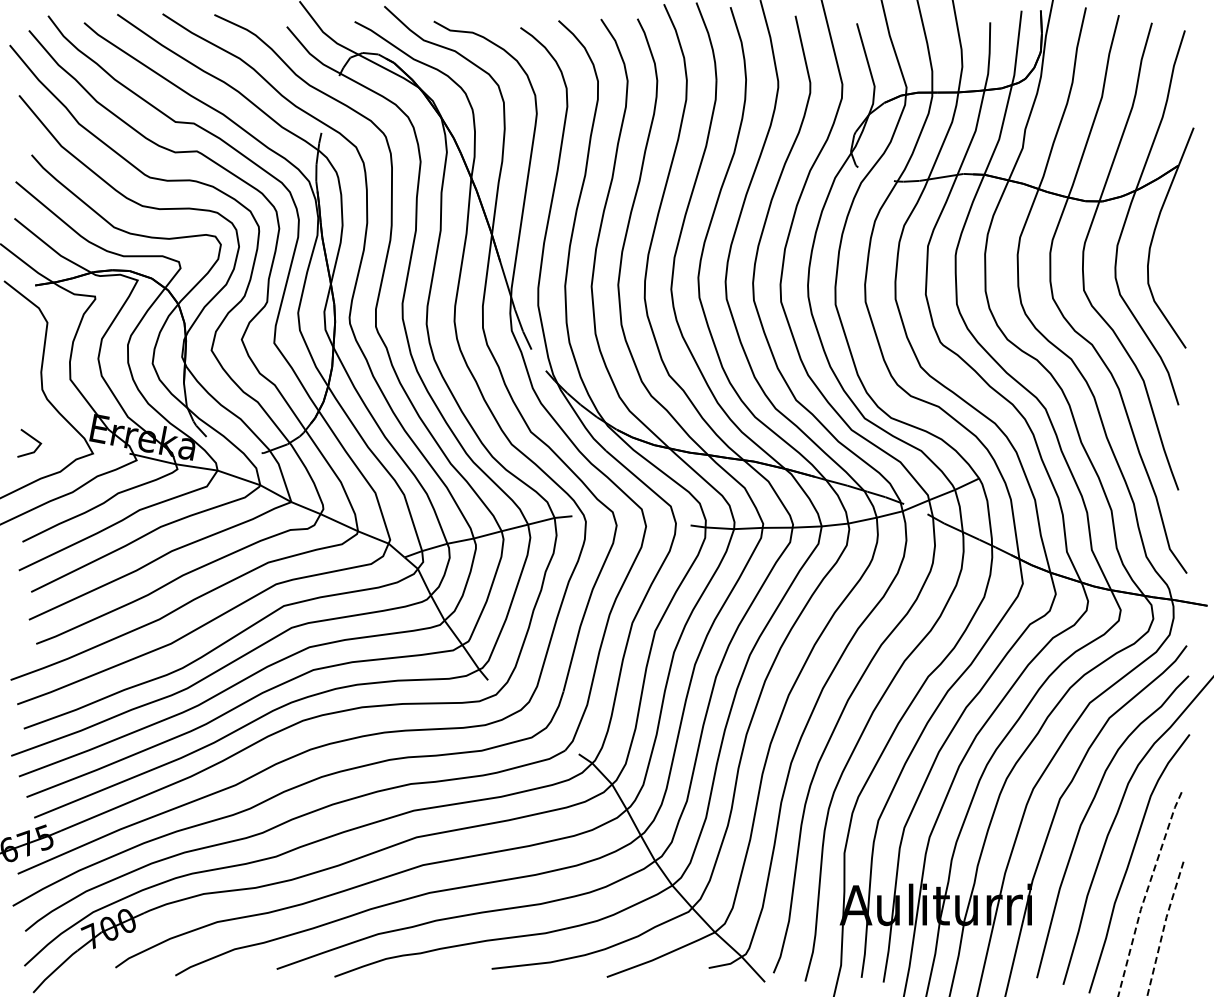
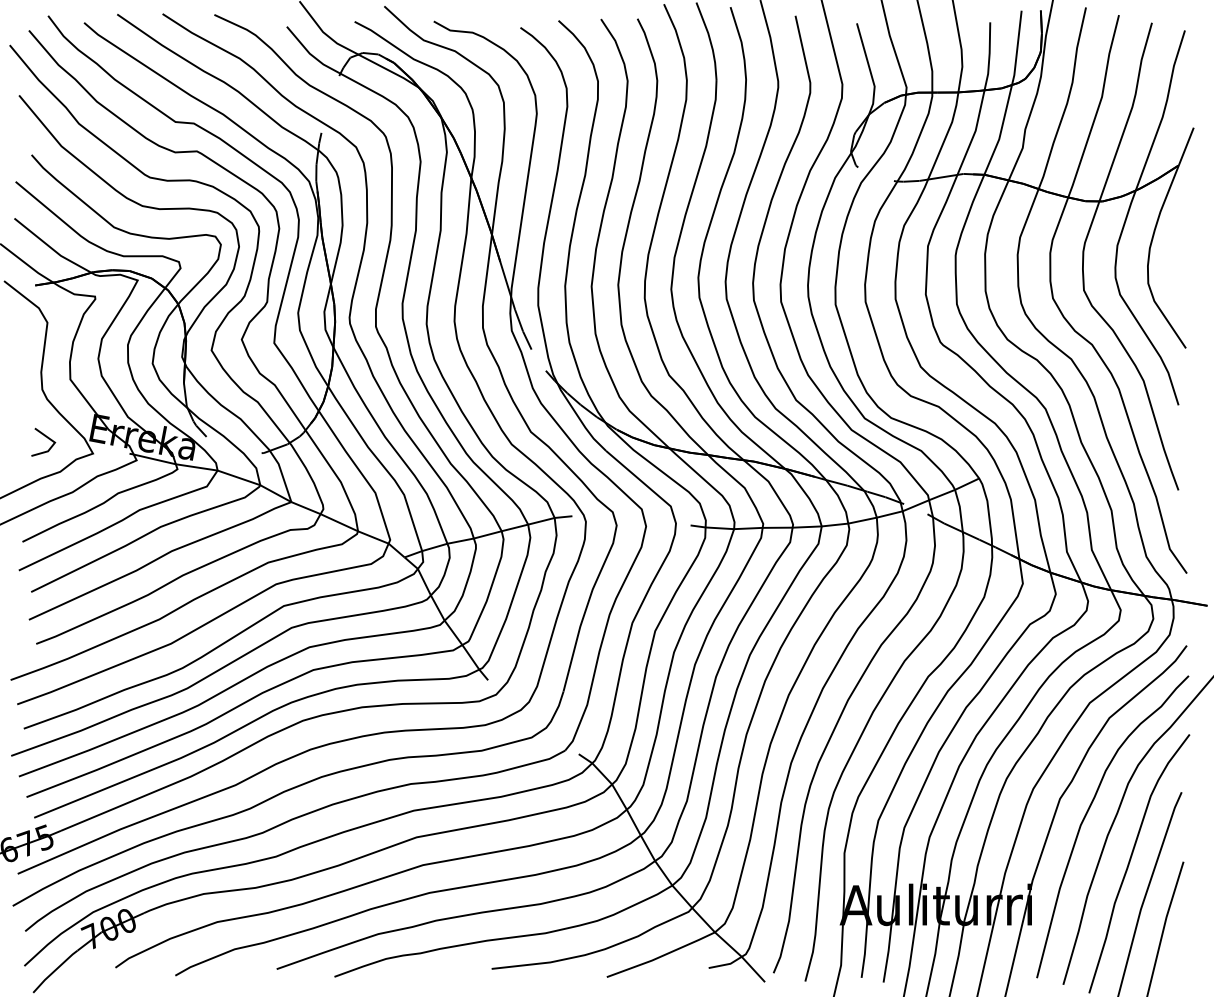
line at (31, 438) position: (31, 438) -> (45, 437)
line at (1146, 893): dashed -> solid
line at (1163, 927): dashed -> solid
